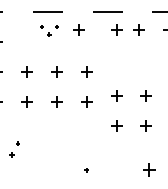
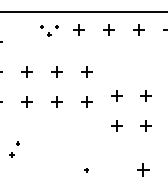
line at (84, 12): dashed -> solid
part at (116, 29) position: (116, 29) -> (108, 29)
part at (149, 169) position: (149, 169) -> (143, 169)
